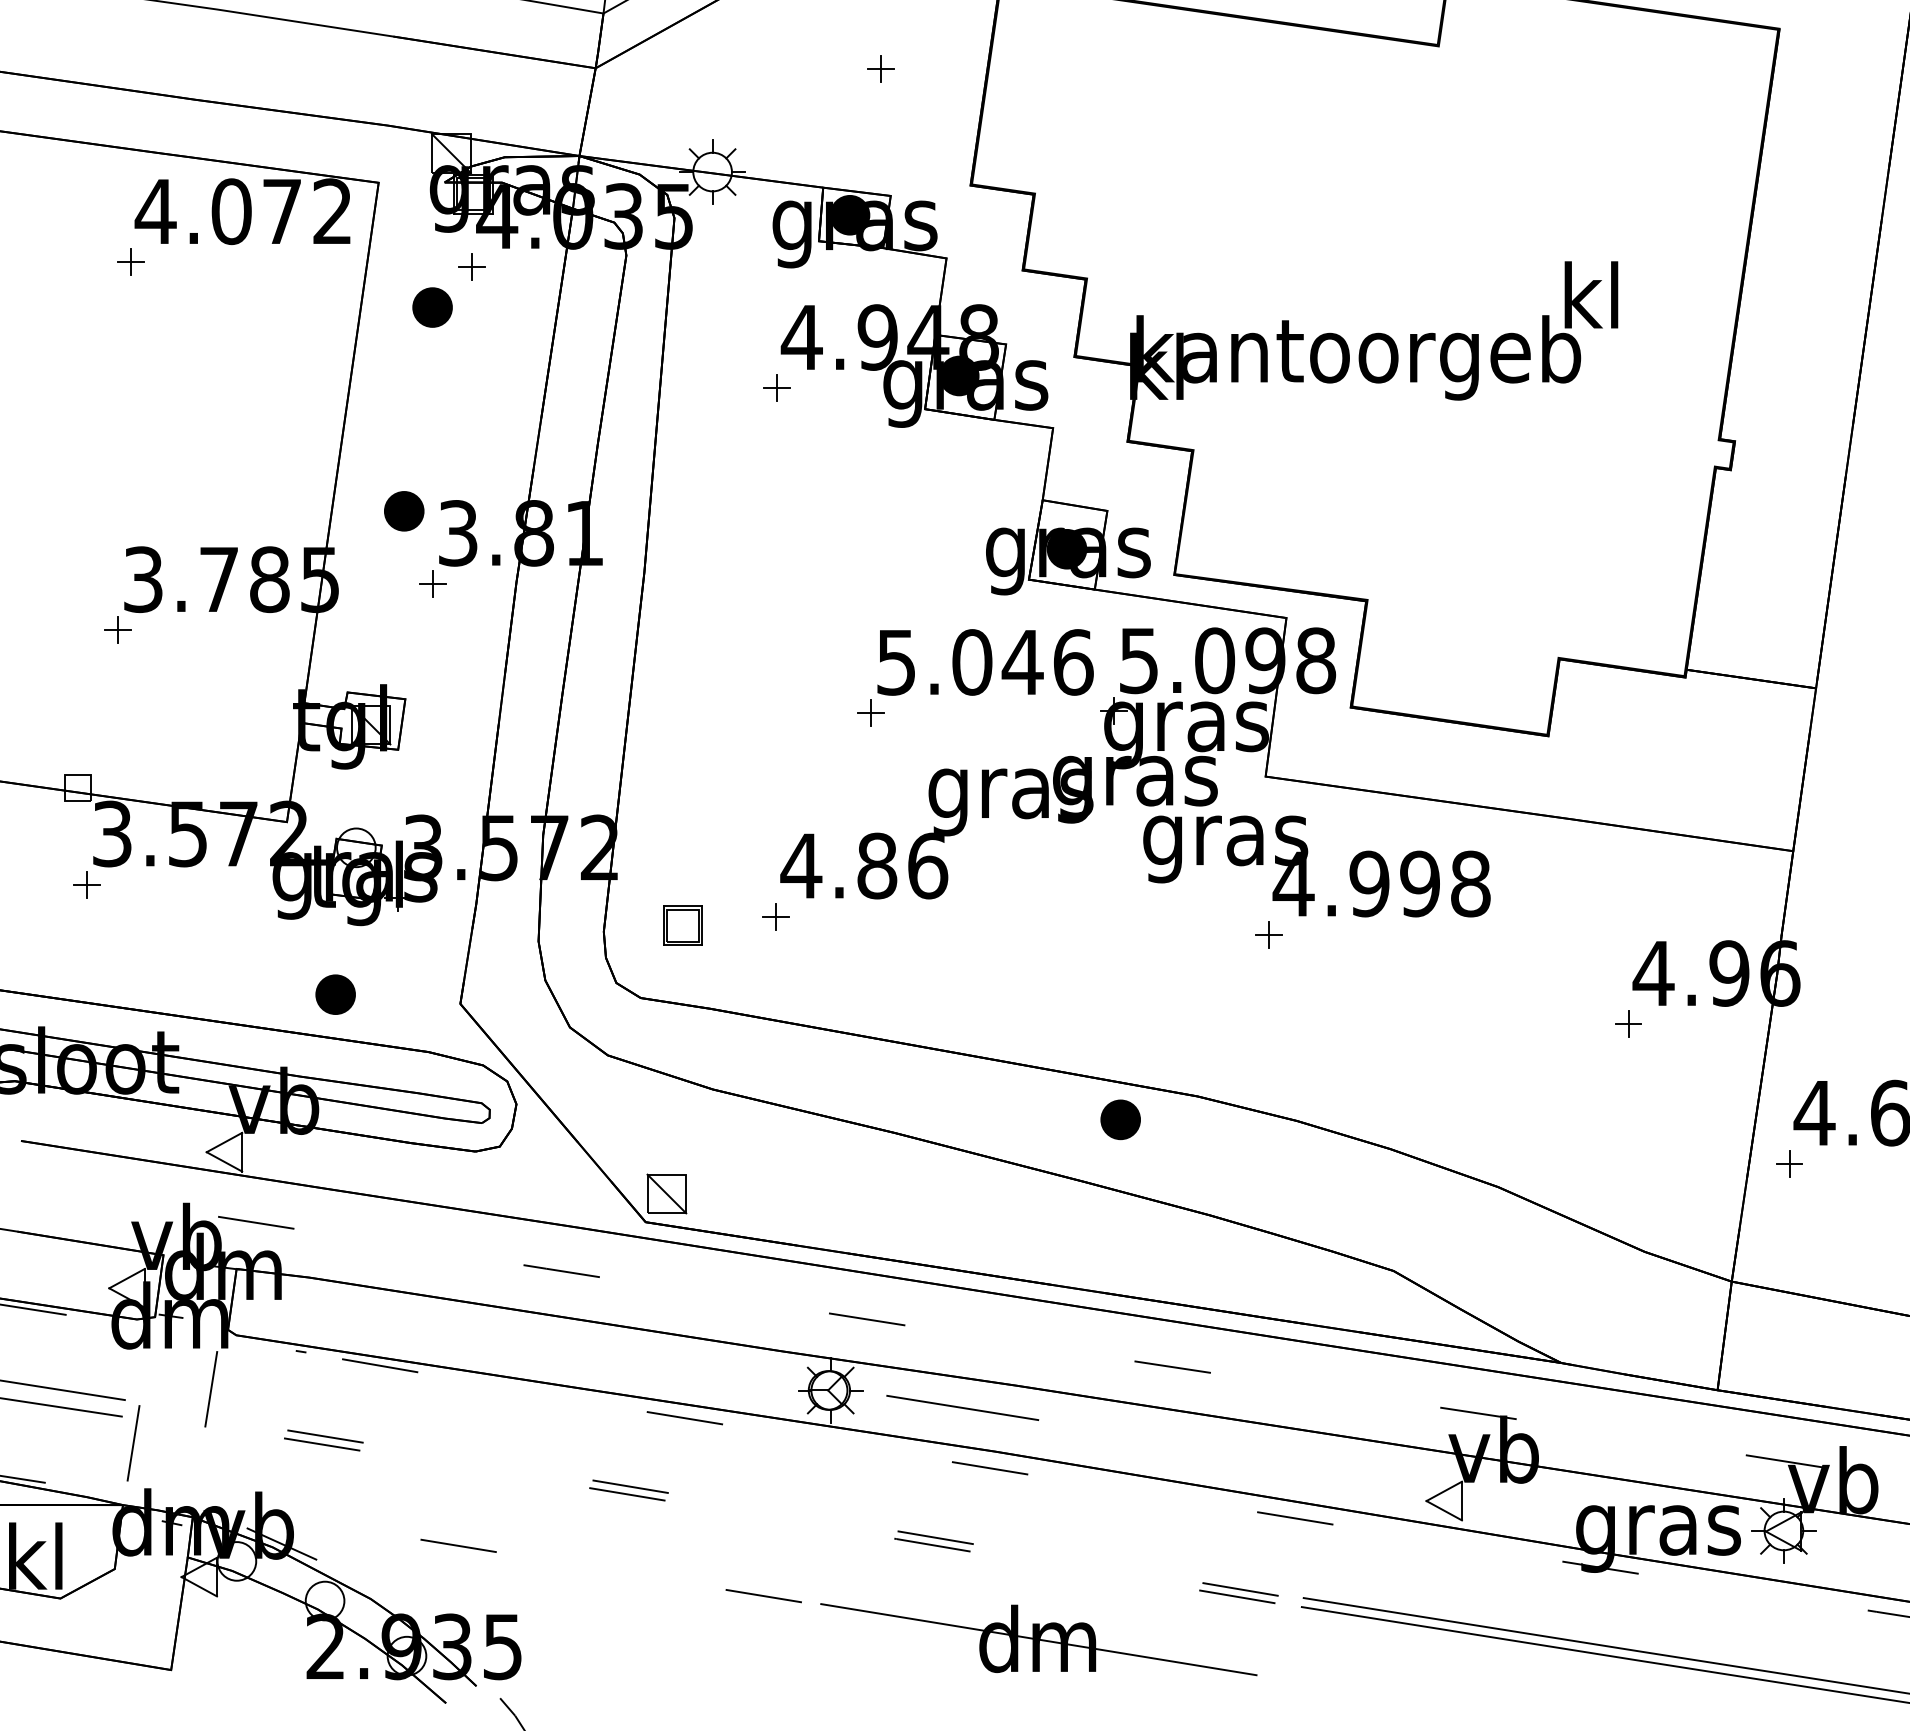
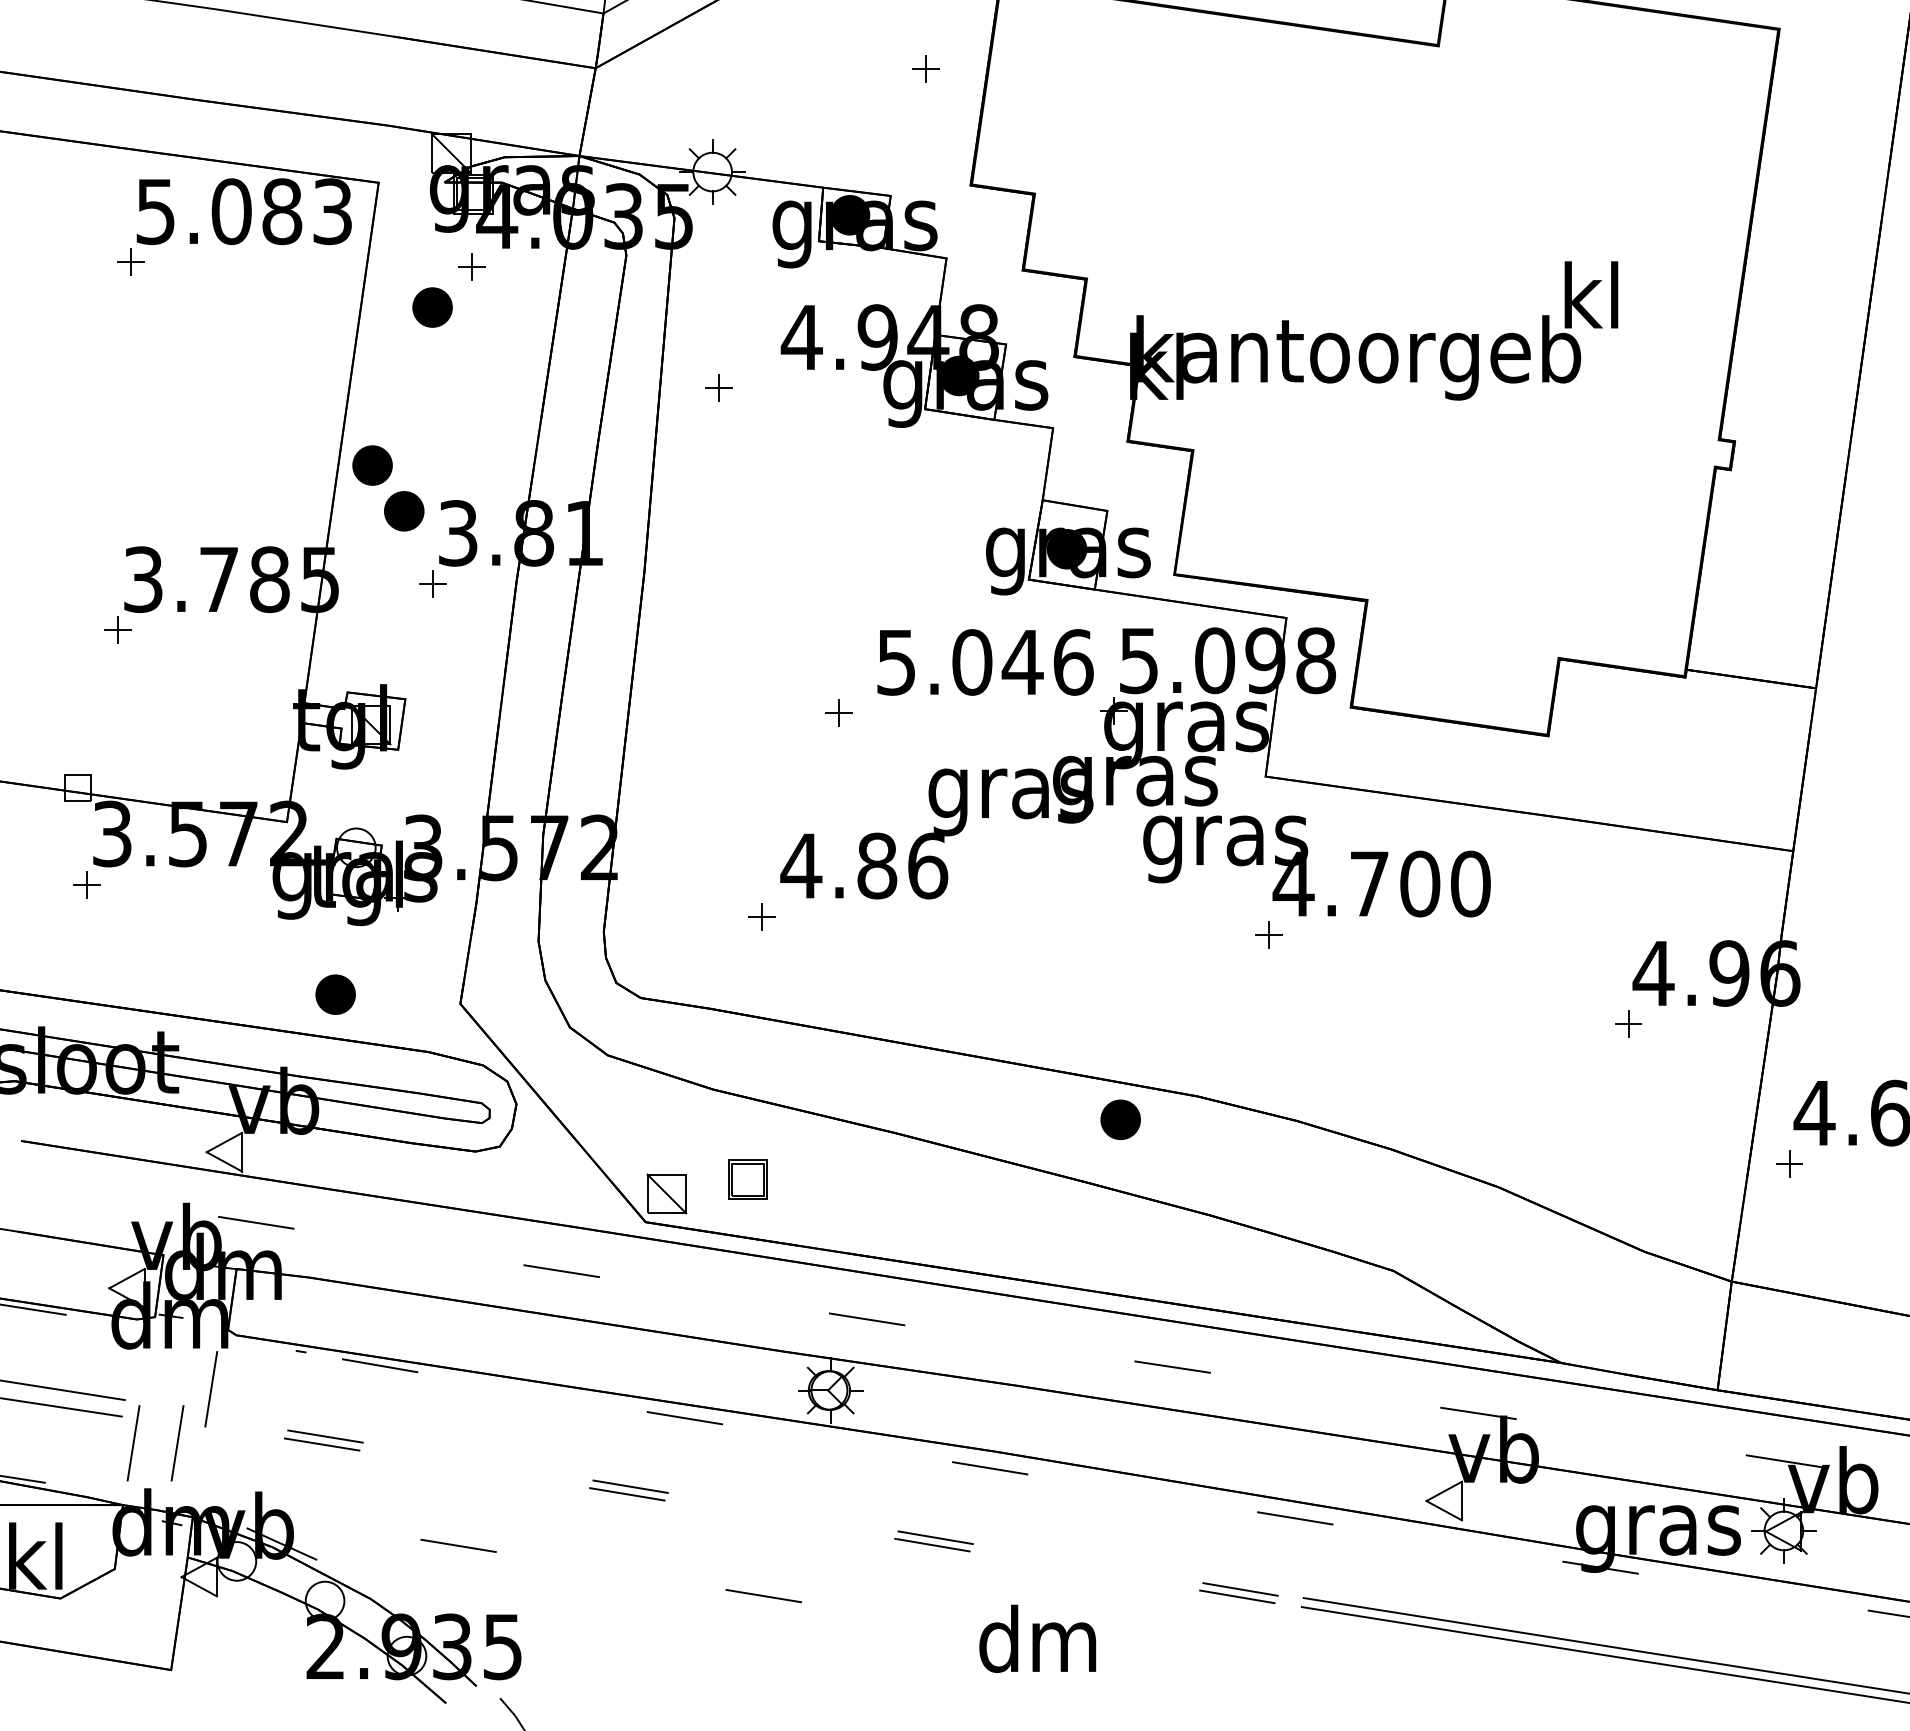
part at (880, 68) position: (880, 68) -> (925, 68)
text at (242, 211): 4.072 -> 5.083
part at (776, 387) position: (776, 387) -> (718, 387)
part at (372, 465): none -> present
part at (870, 712) position: (870, 712) -> (838, 712)
text at (1419, 883): 4.998 -> 4.700
part at (775, 916) position: (775, 916) -> (761, 916)
part at (682, 925) position: (682, 925) -> (747, 1179)
line at (962, 1407): present -> none
line at (177, 1443): none -> present
line at (1038, 1639): present -> none
